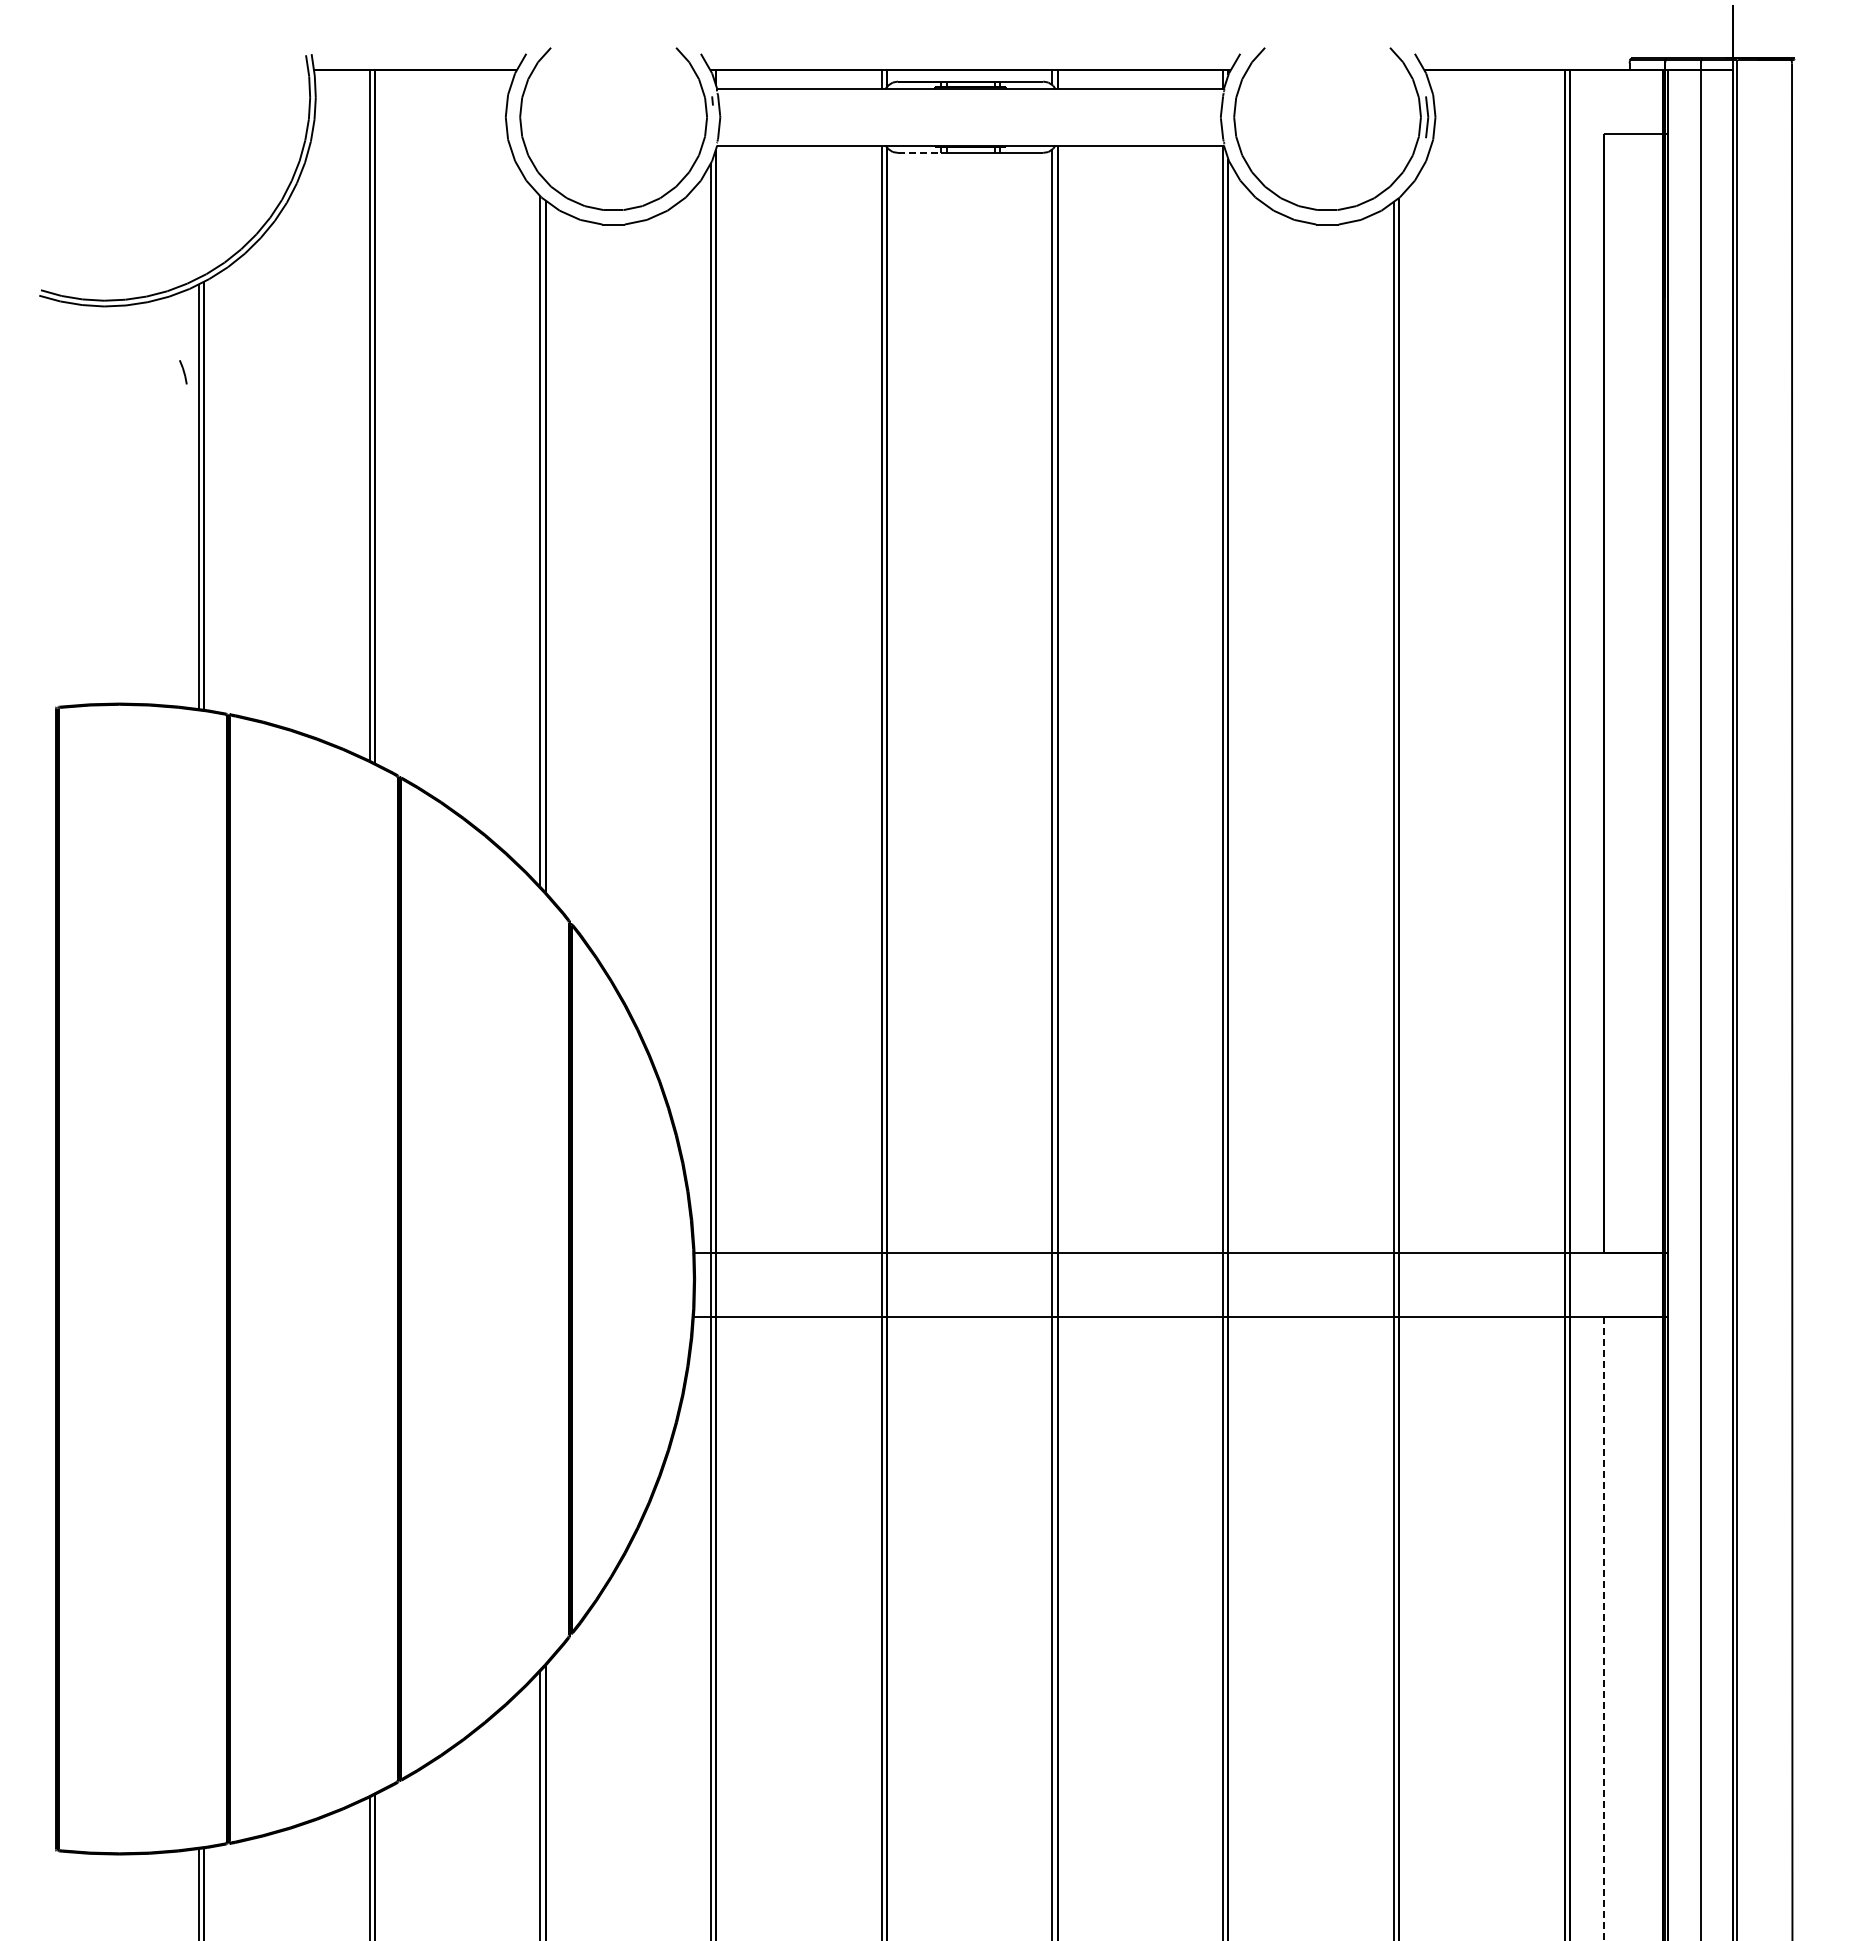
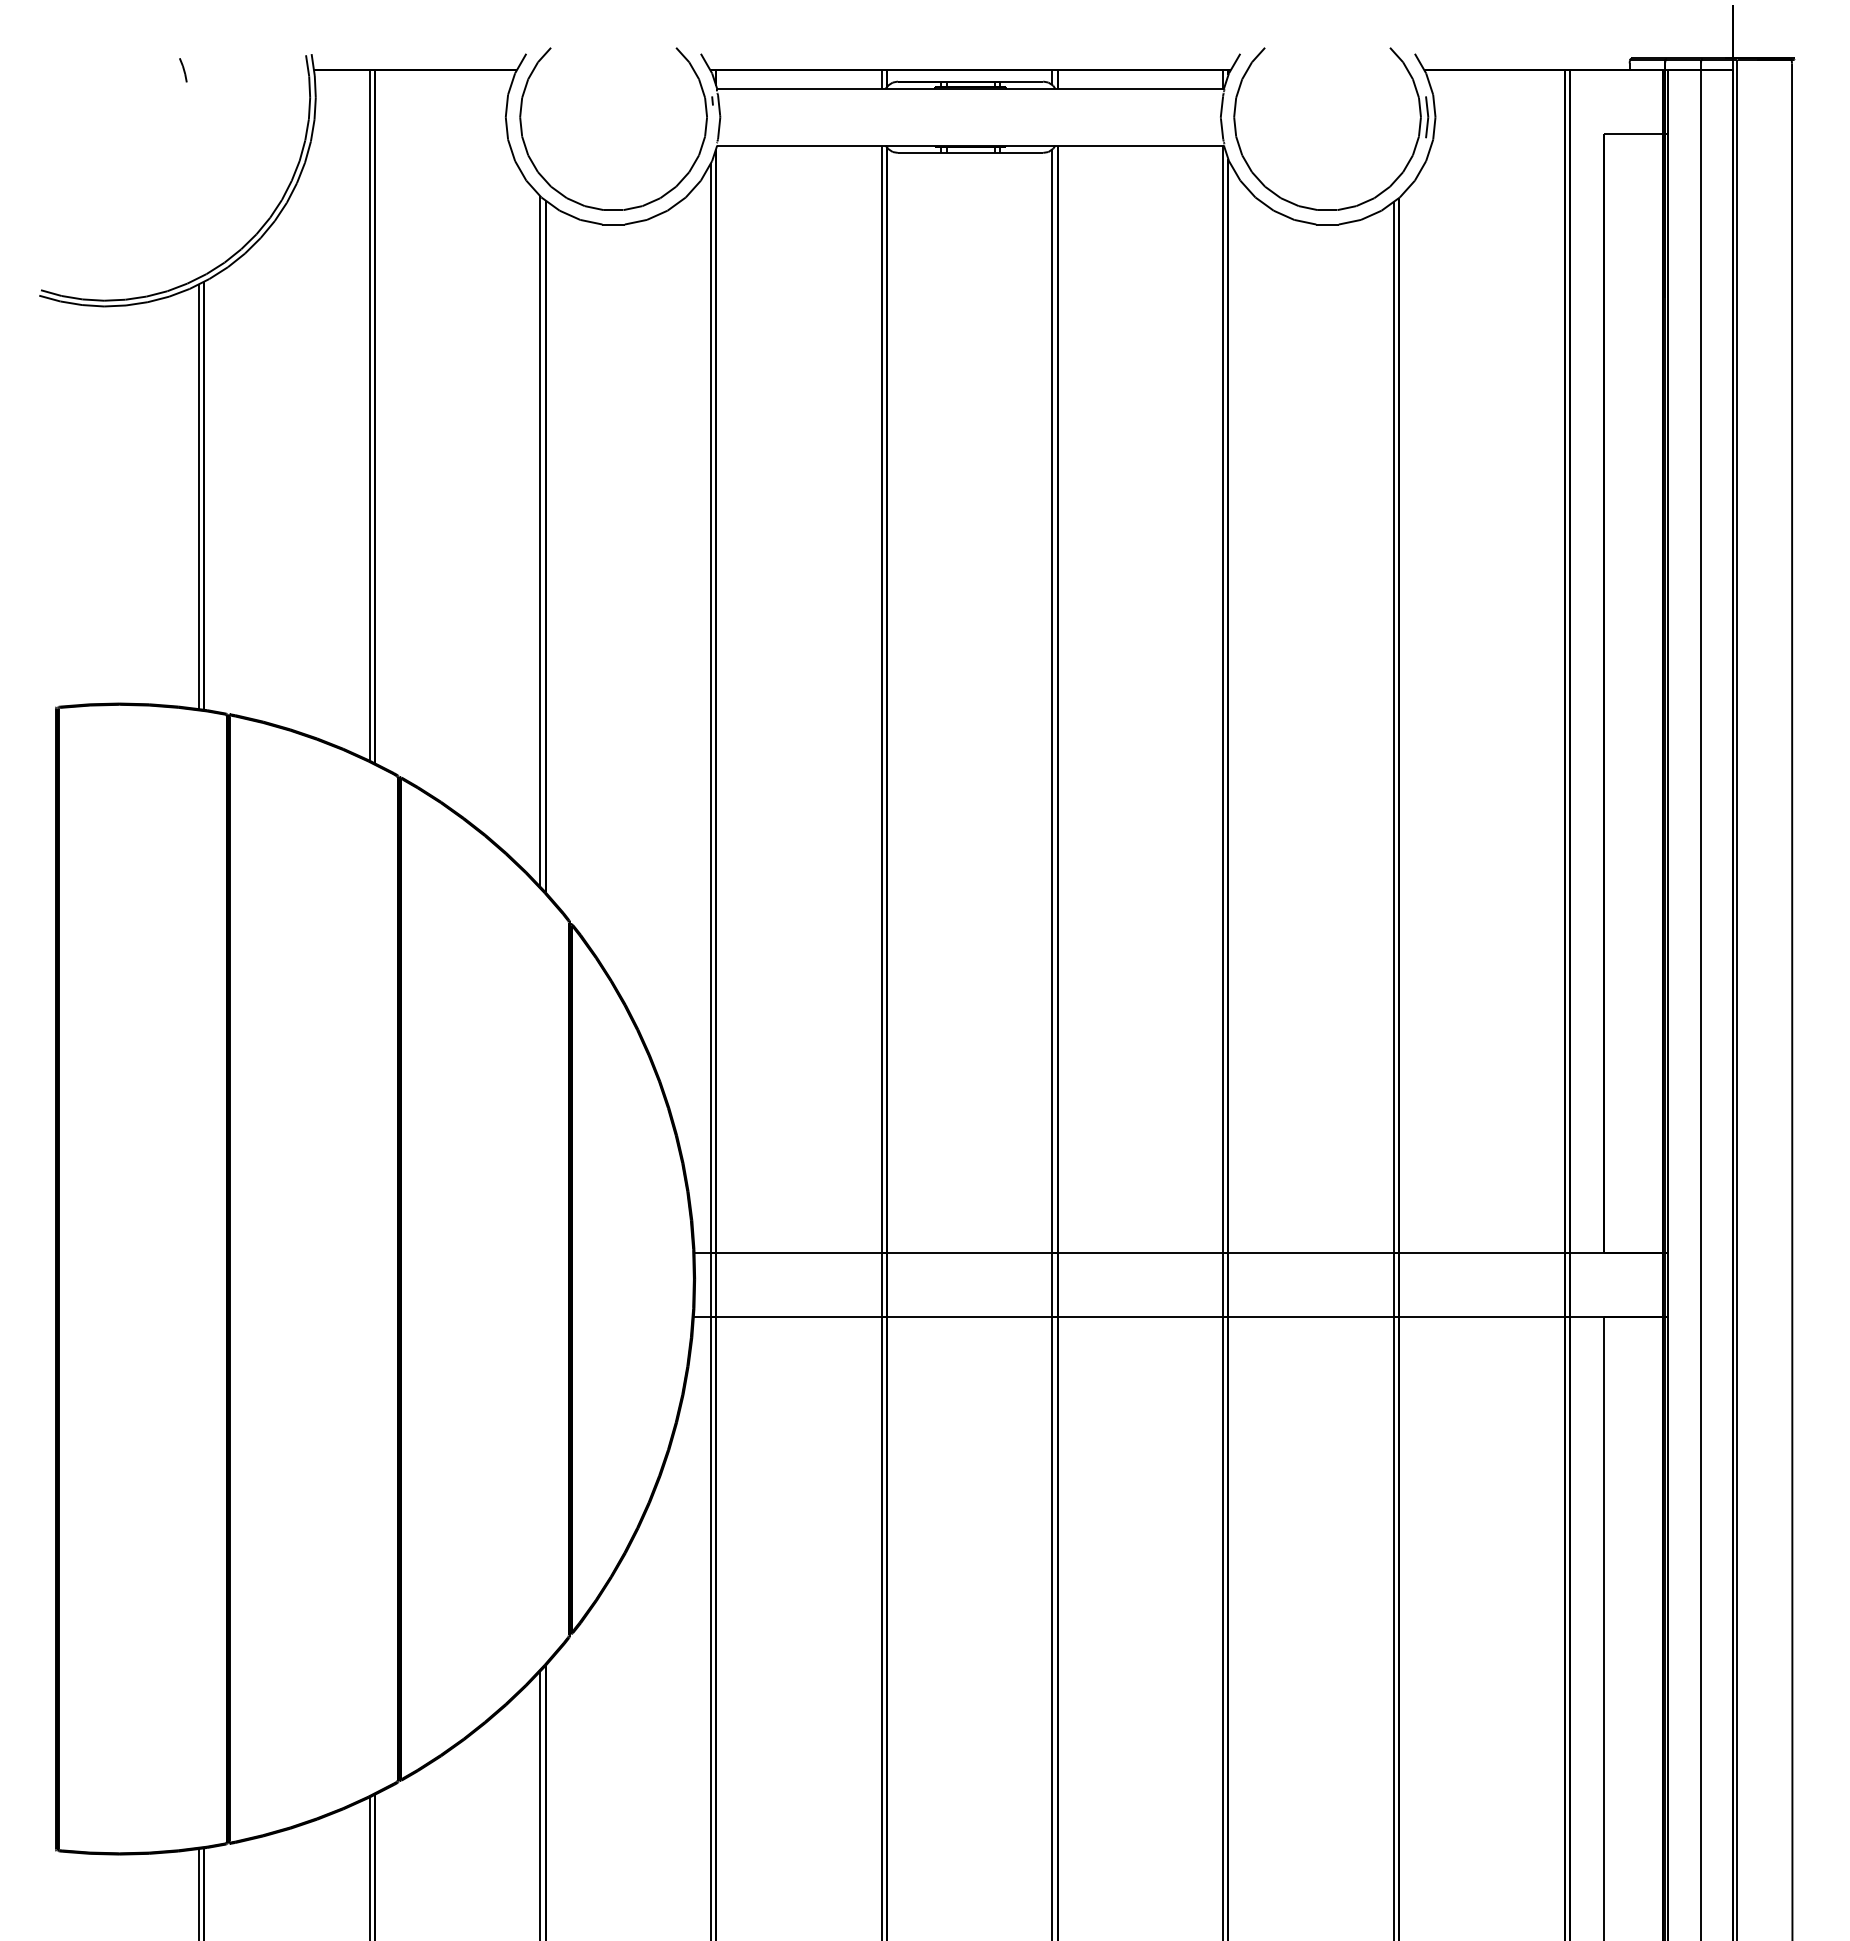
line at (919, 152): dashed -> solid
line at (183, 372) position: (183, 372) -> (183, 70)
line at (1603, 1628): dashed -> solid
